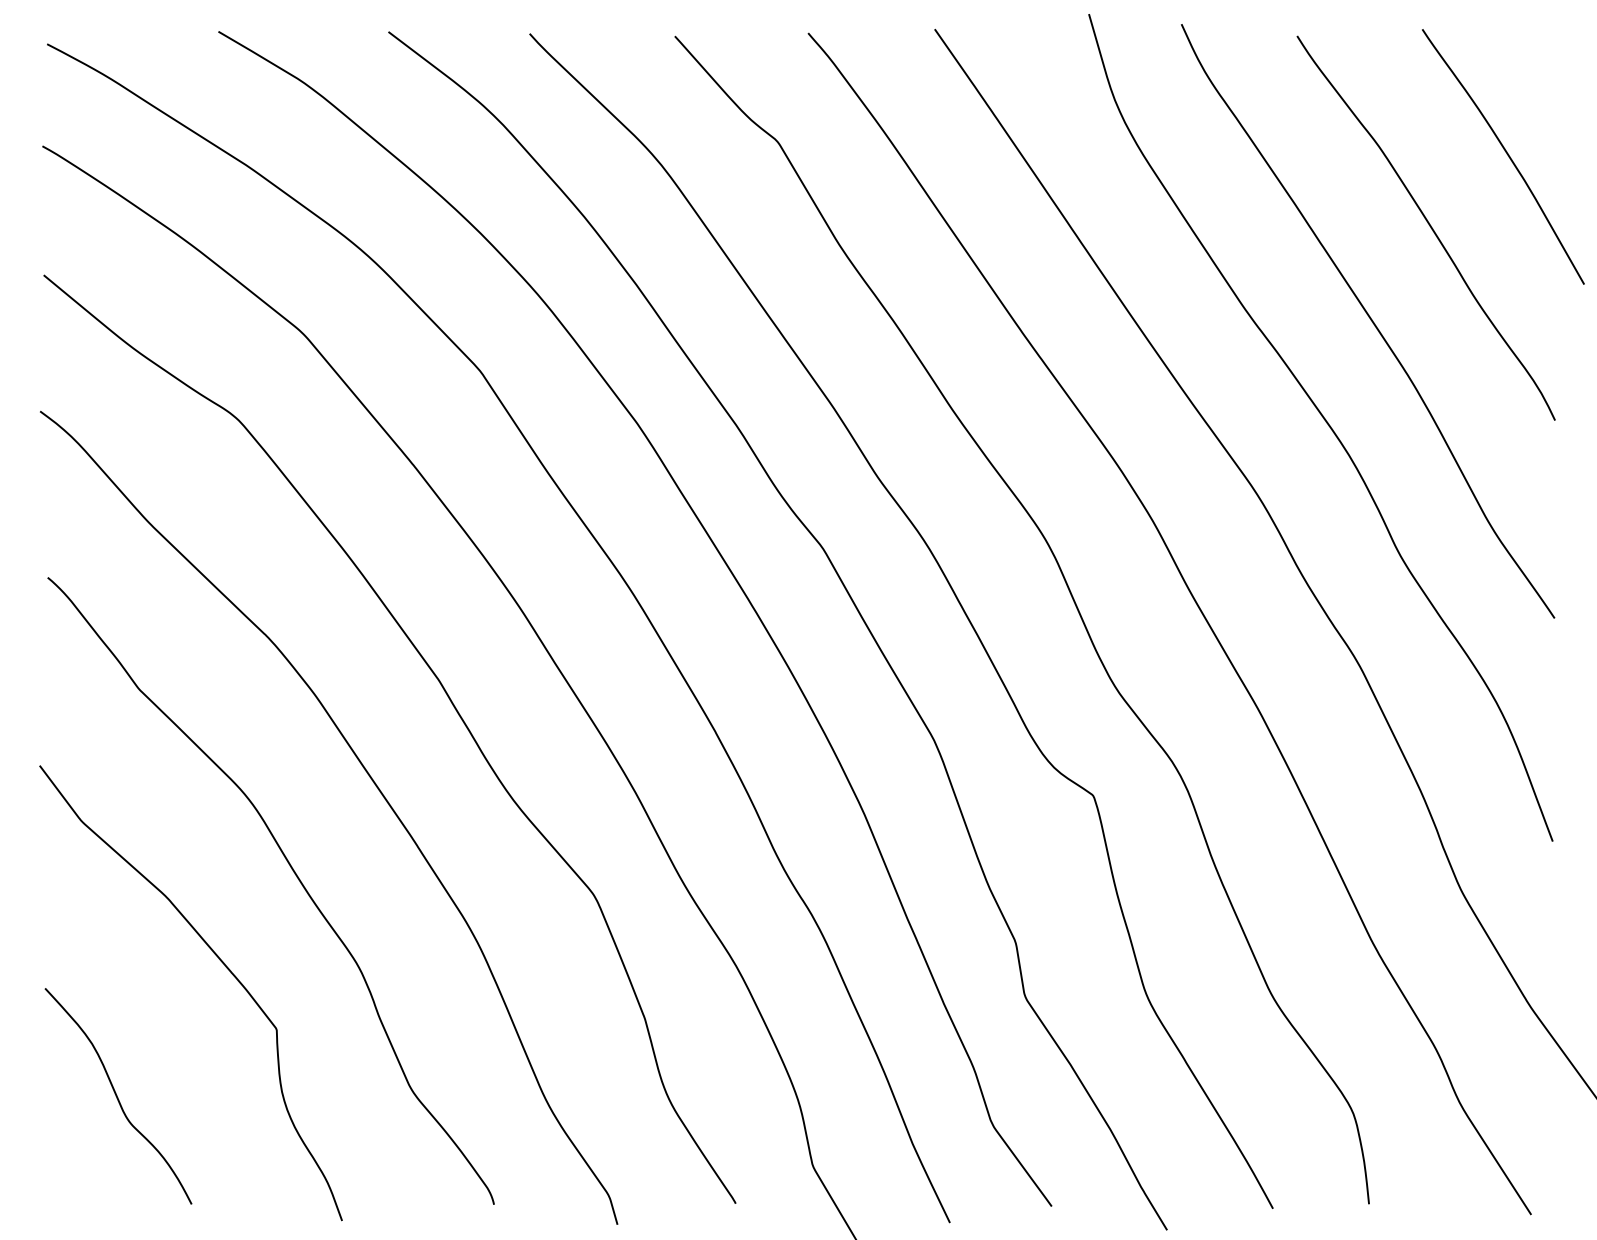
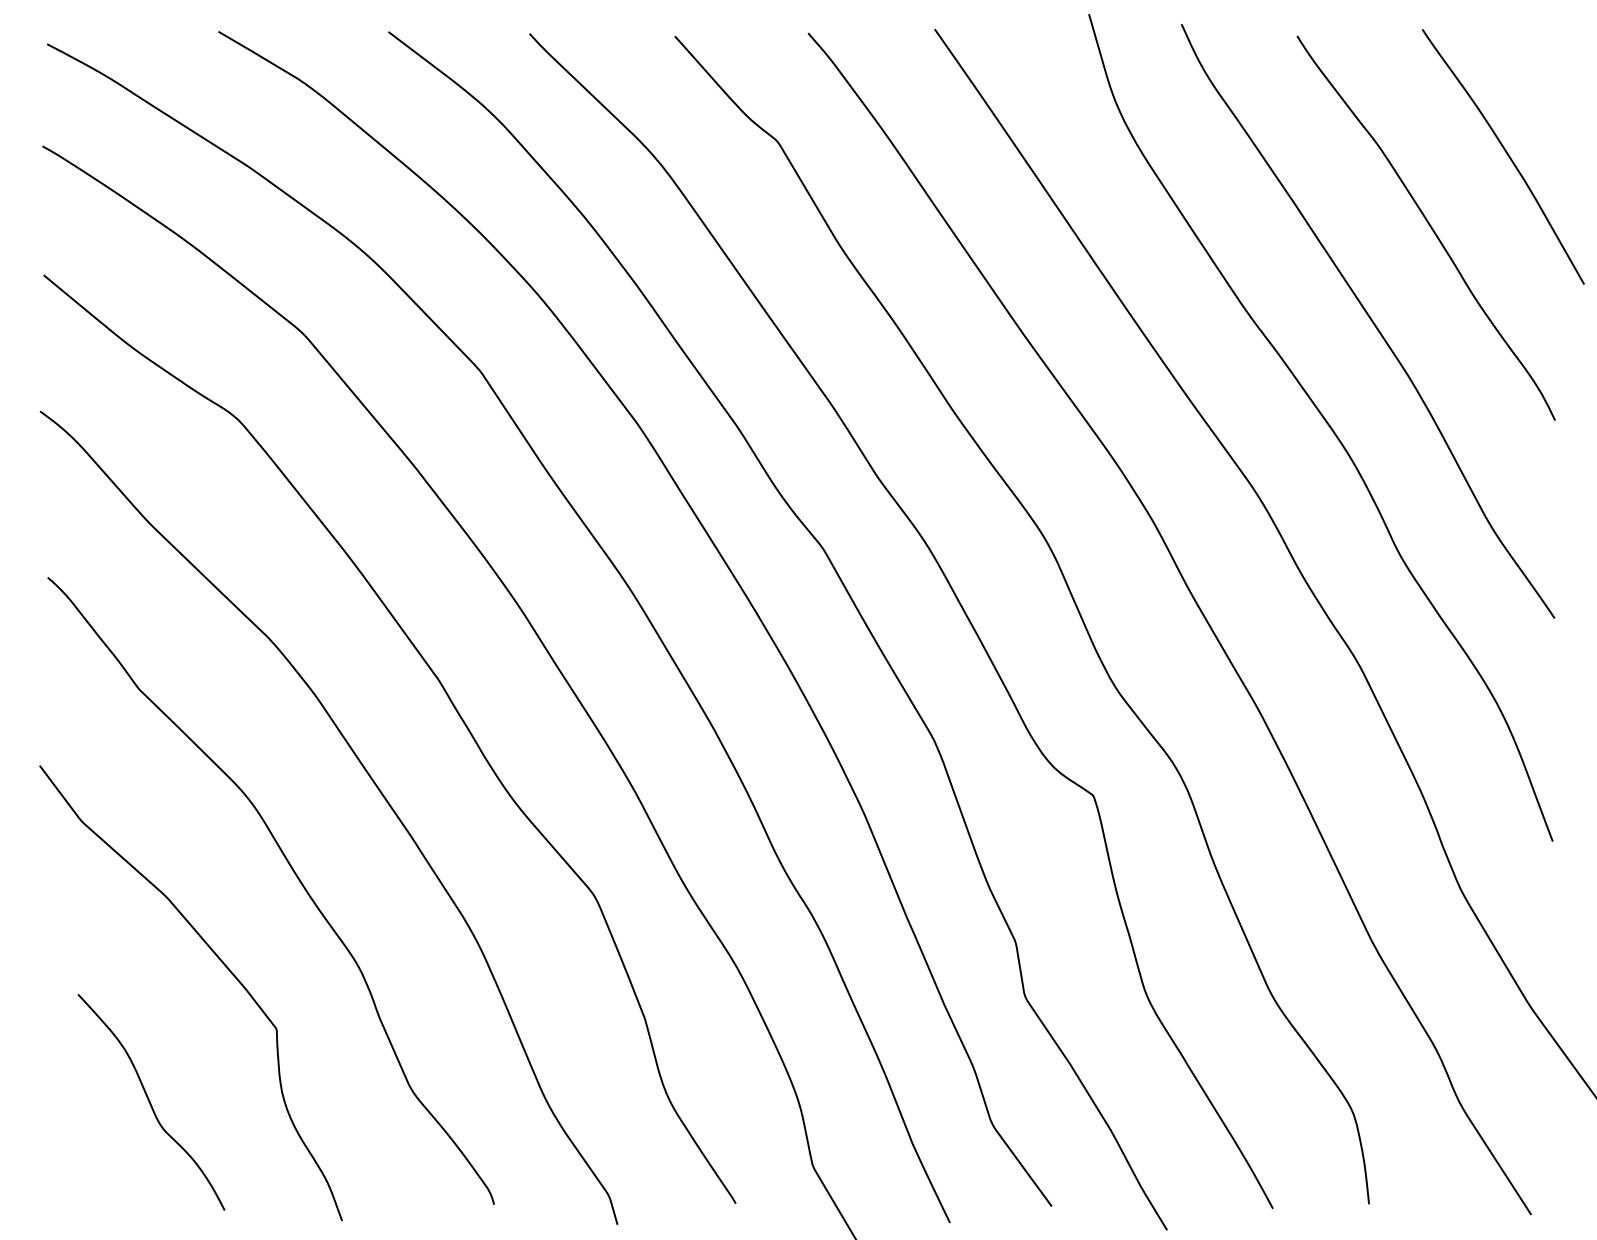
curve at (117, 1096) position: (117, 1096) -> (150, 1102)
